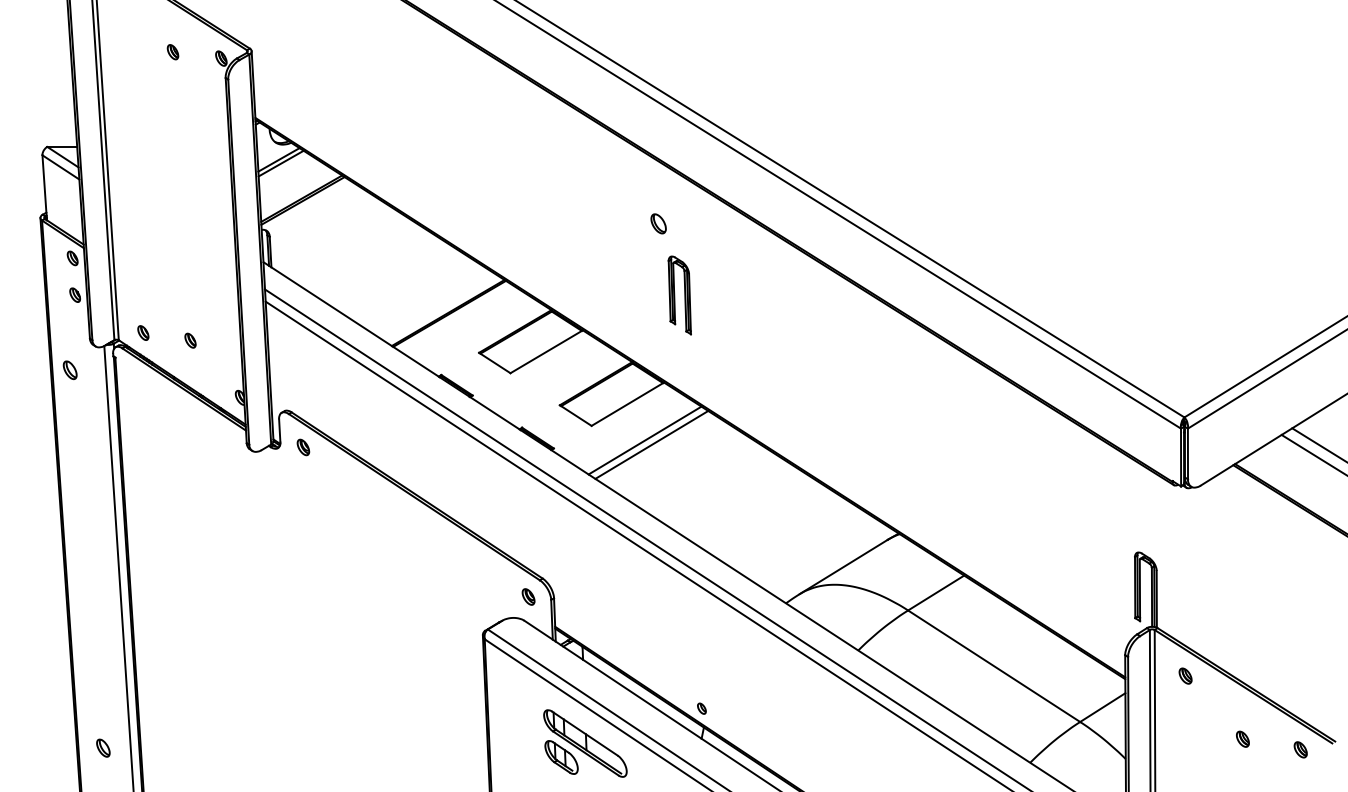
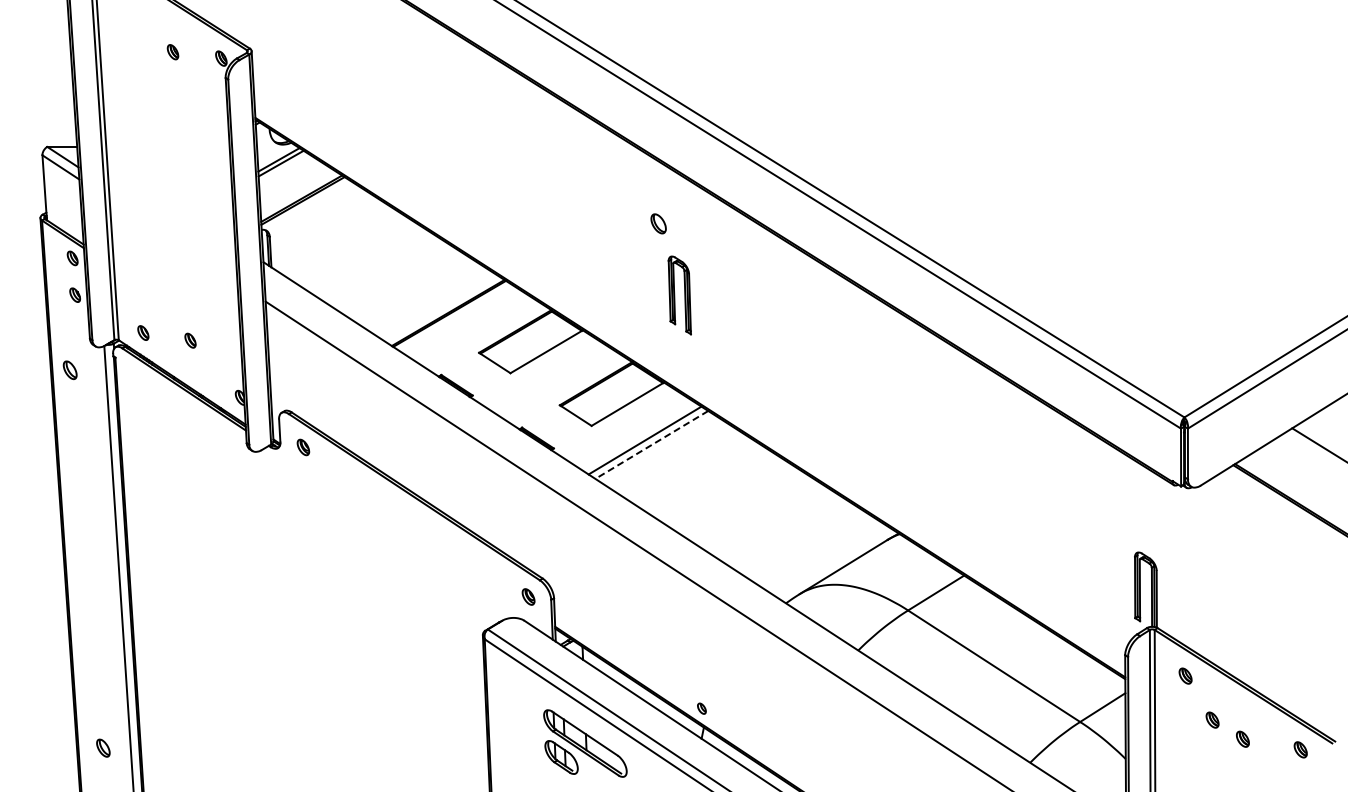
line at (651, 444): solid -> dashed
line at (1312, 454): present -> none
line at (646, 538): present -> none
part at (1212, 719): none -> present
